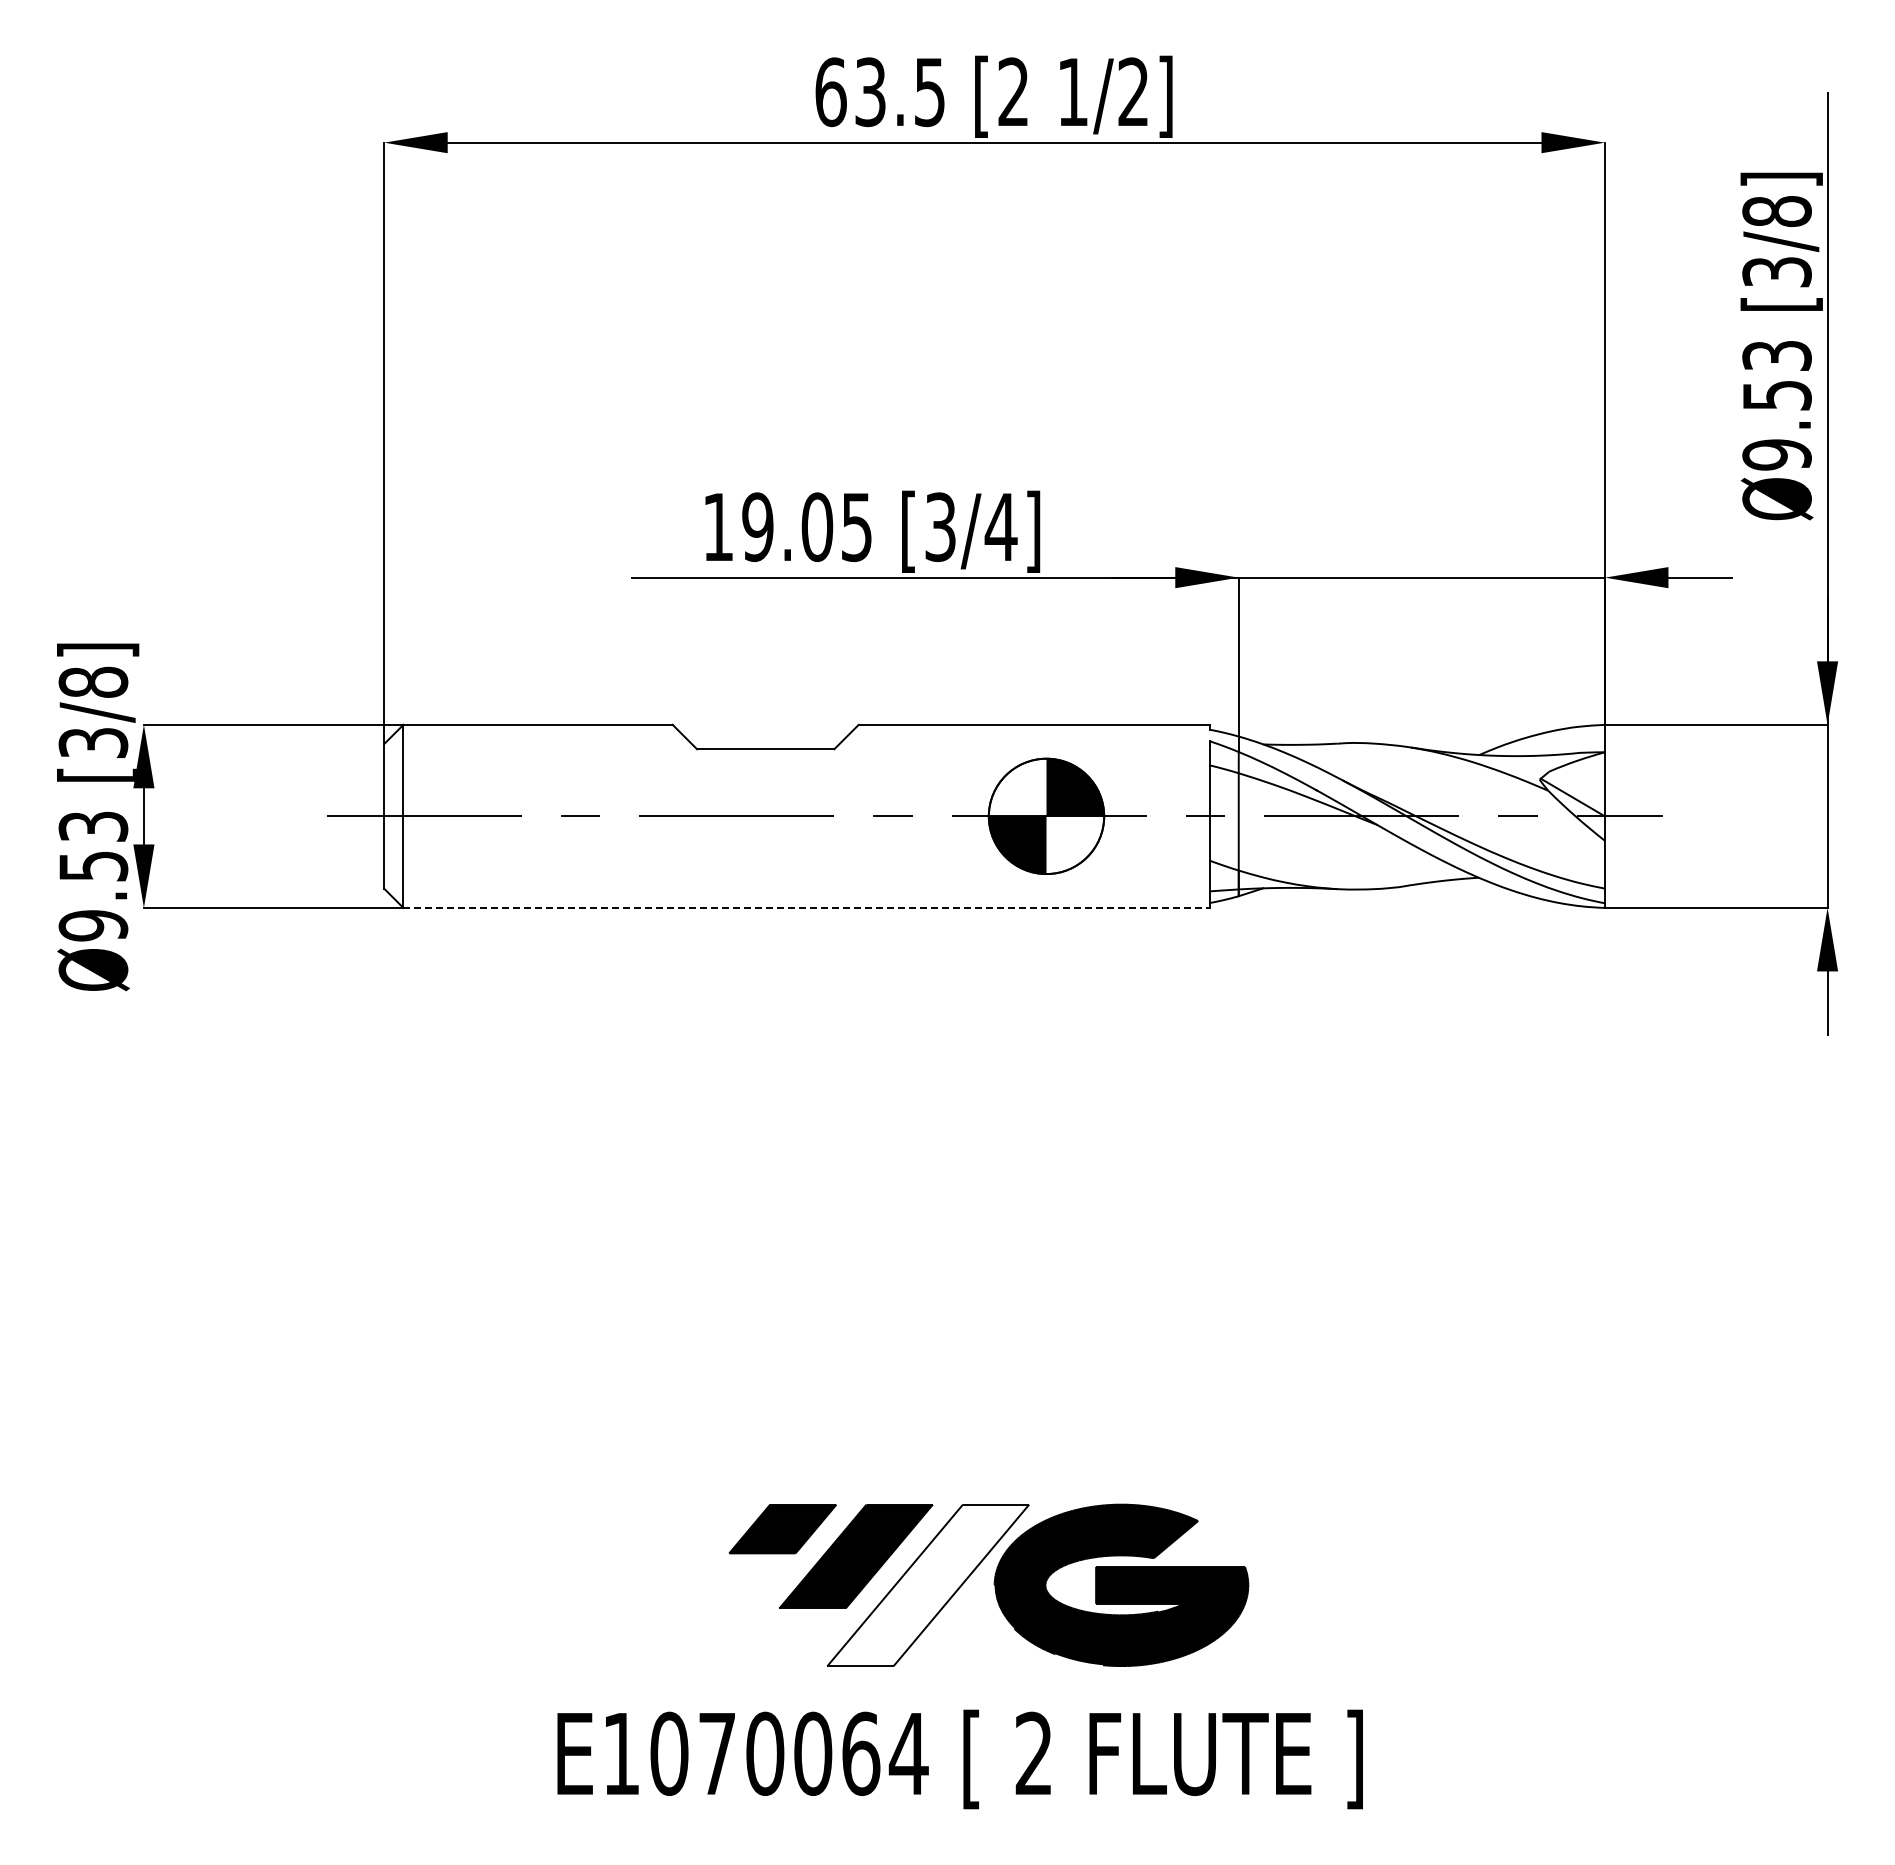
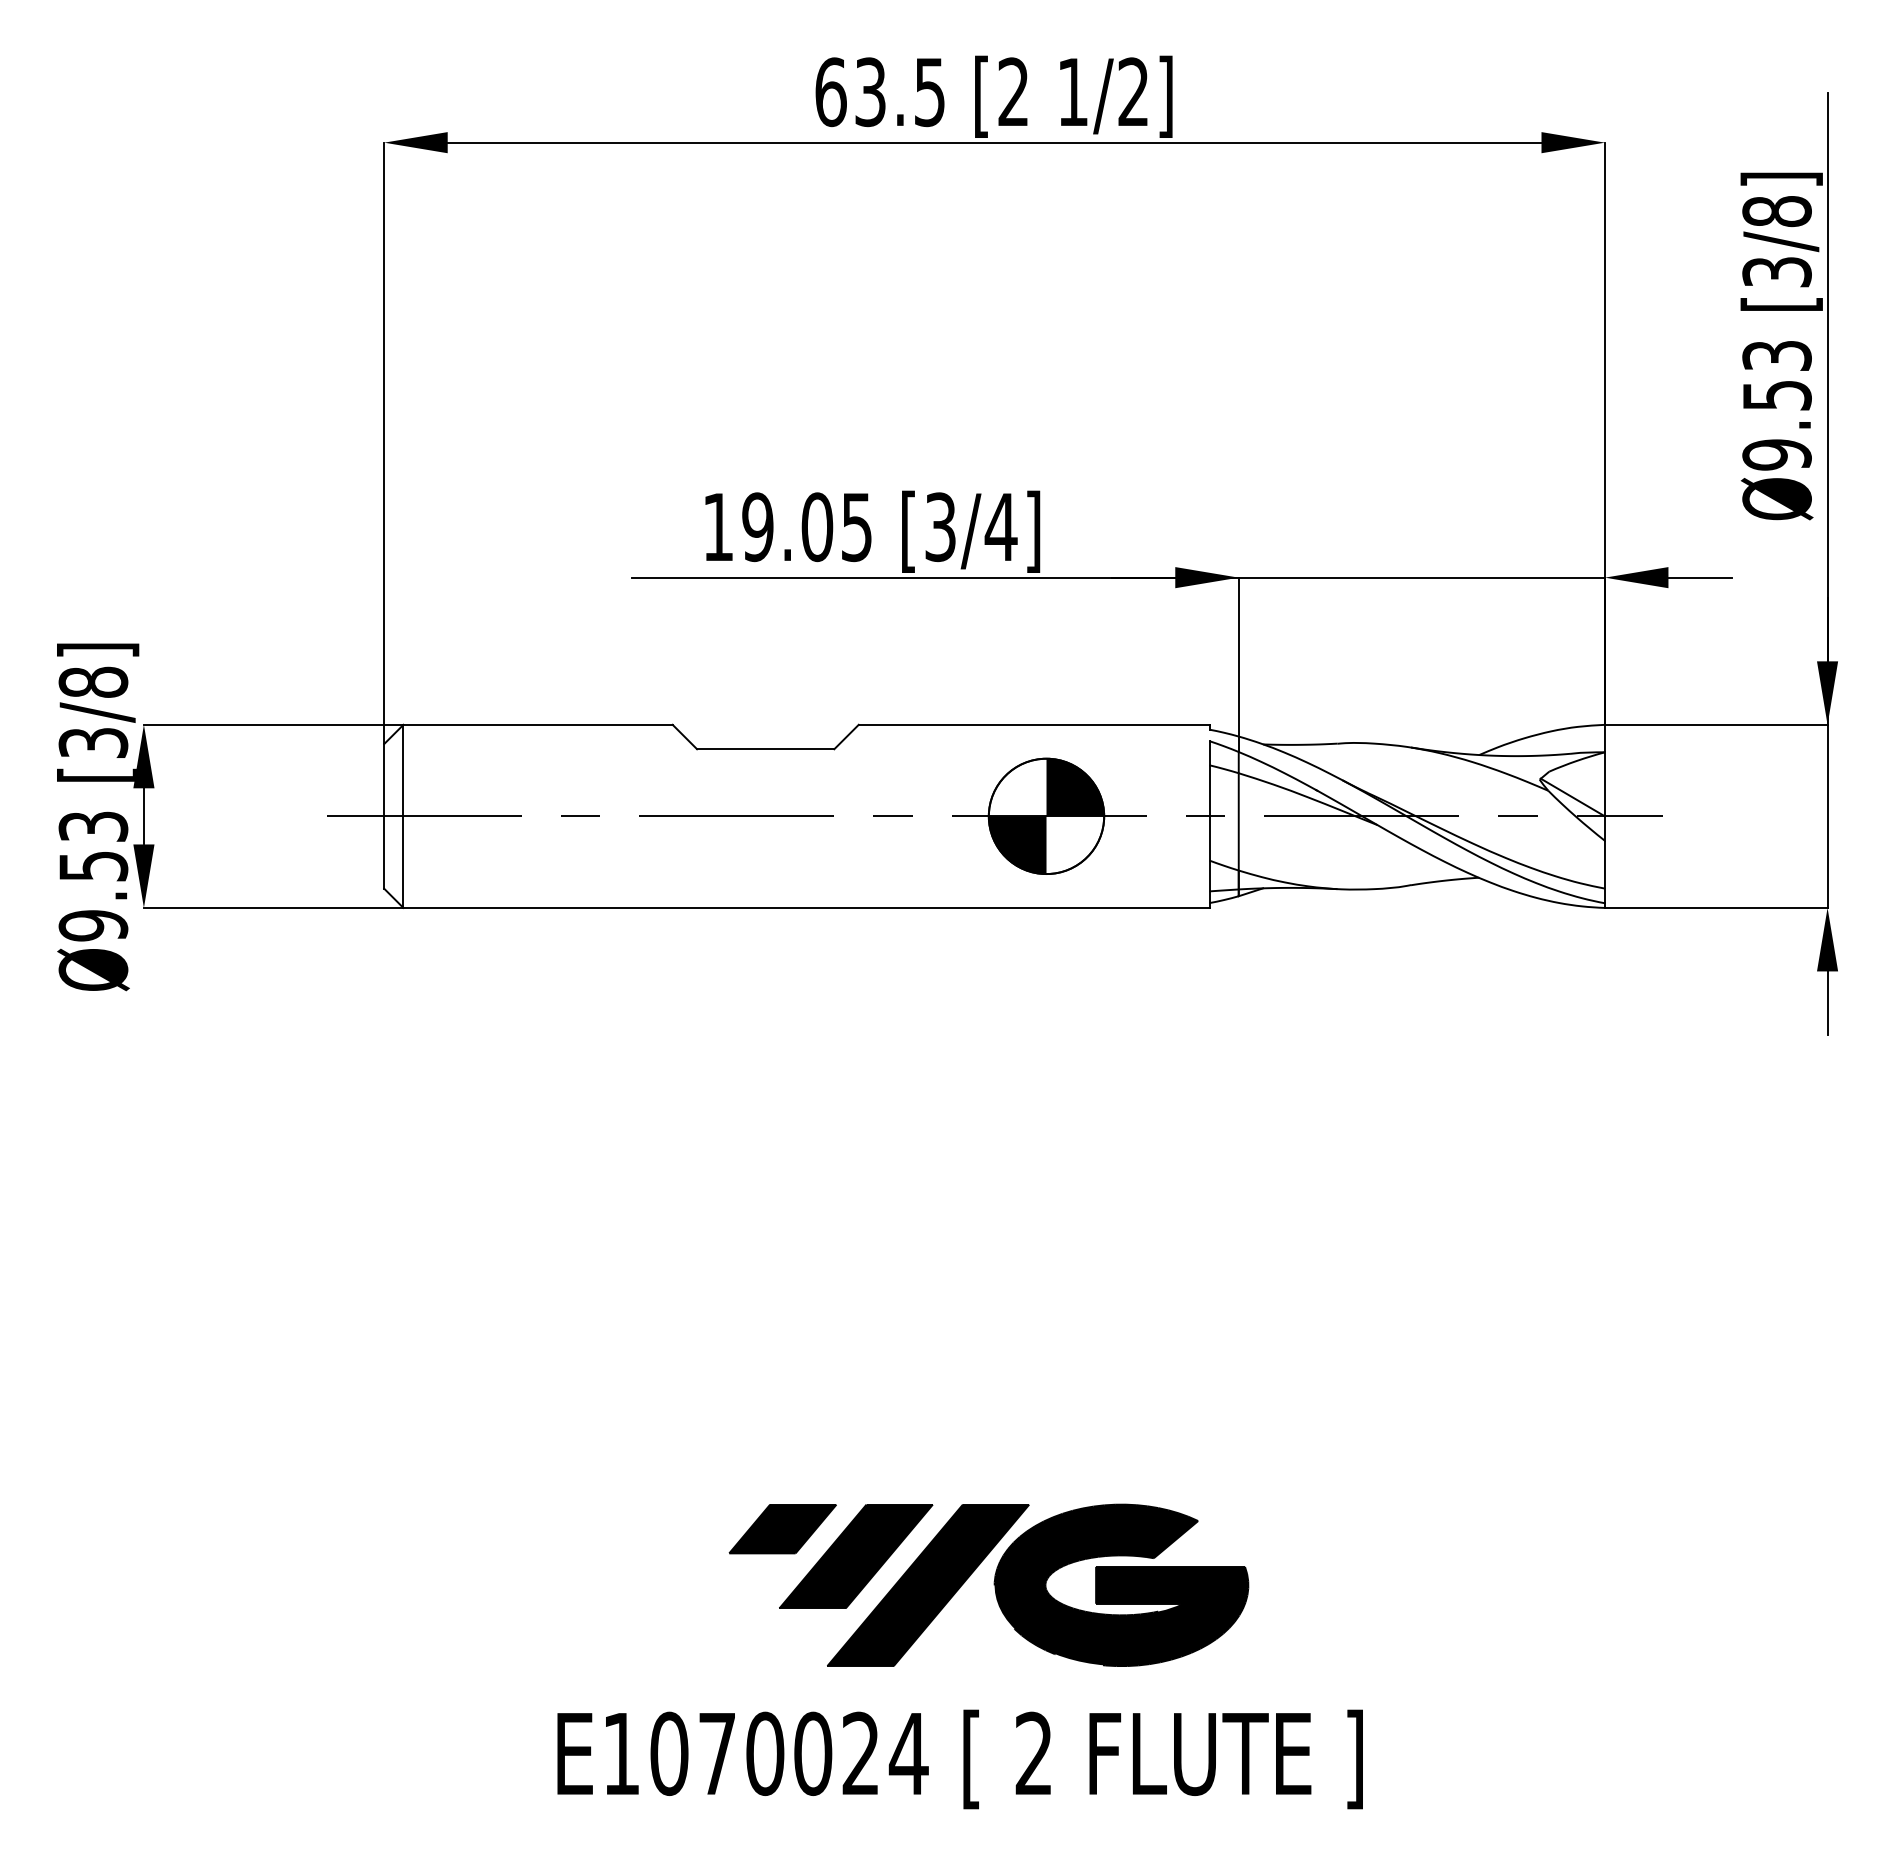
line at (806, 907): dashed -> solid
fill at (928, 1585): none -> present
text at (861, 1753): E1070064 -> E1070024
